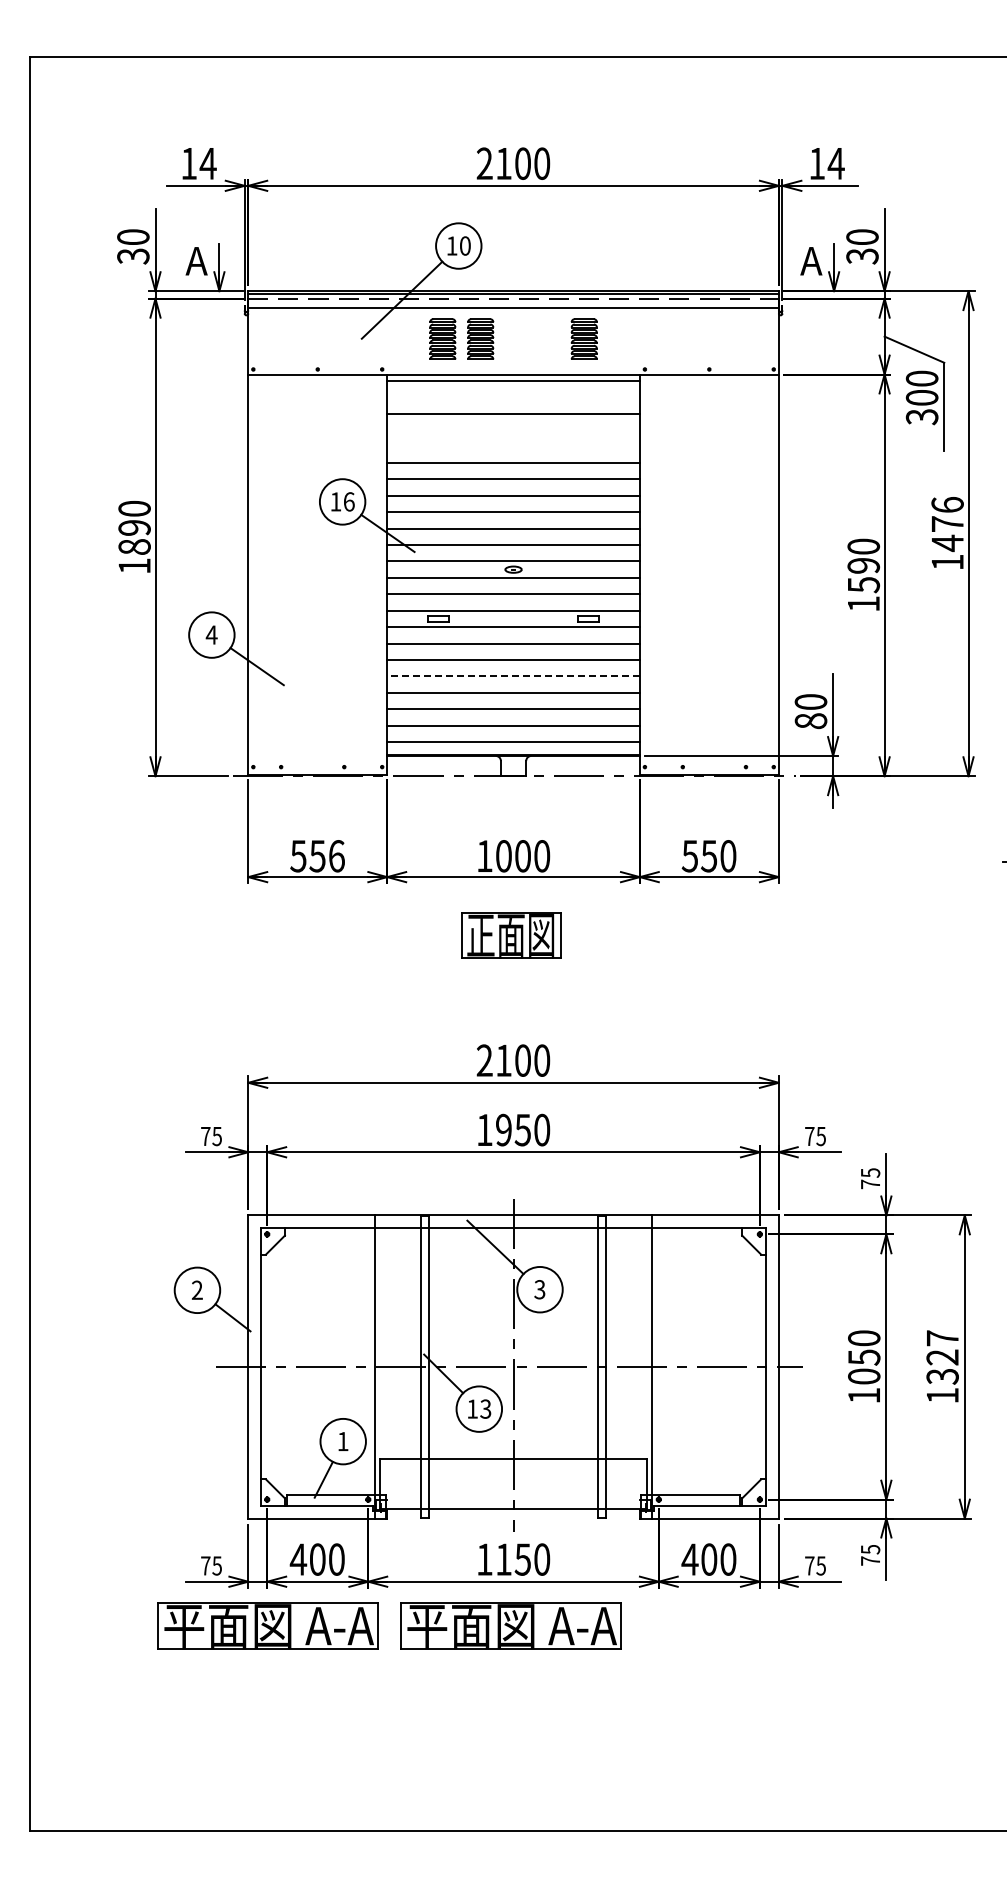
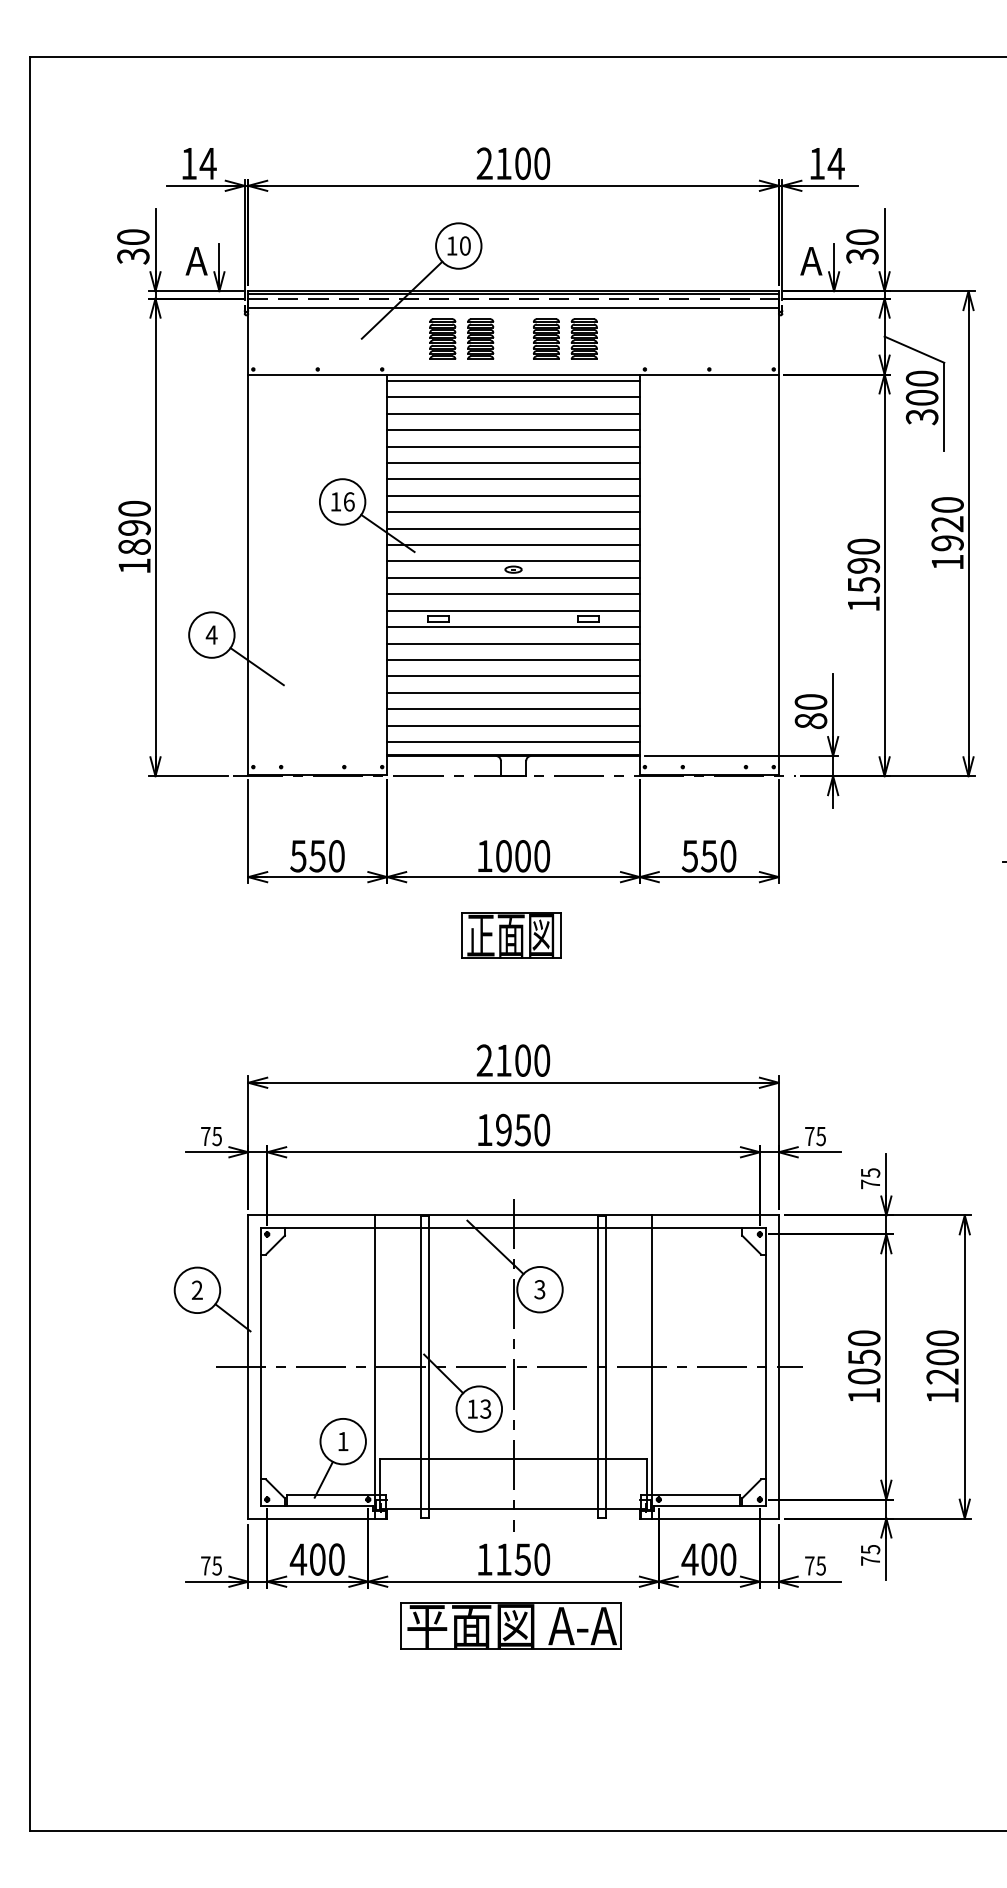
part at (545, 338): none -> present
line at (513, 397): none -> present
line at (513, 430): none -> present
line at (513, 446): none -> present
text at (947, 524): 1476 -> 1920
line at (513, 676): dashed -> solid
text at (336, 856): 556 -> 550
text at (942, 1357): 1327 -> 1200
part at (267, 1625): present -> none
